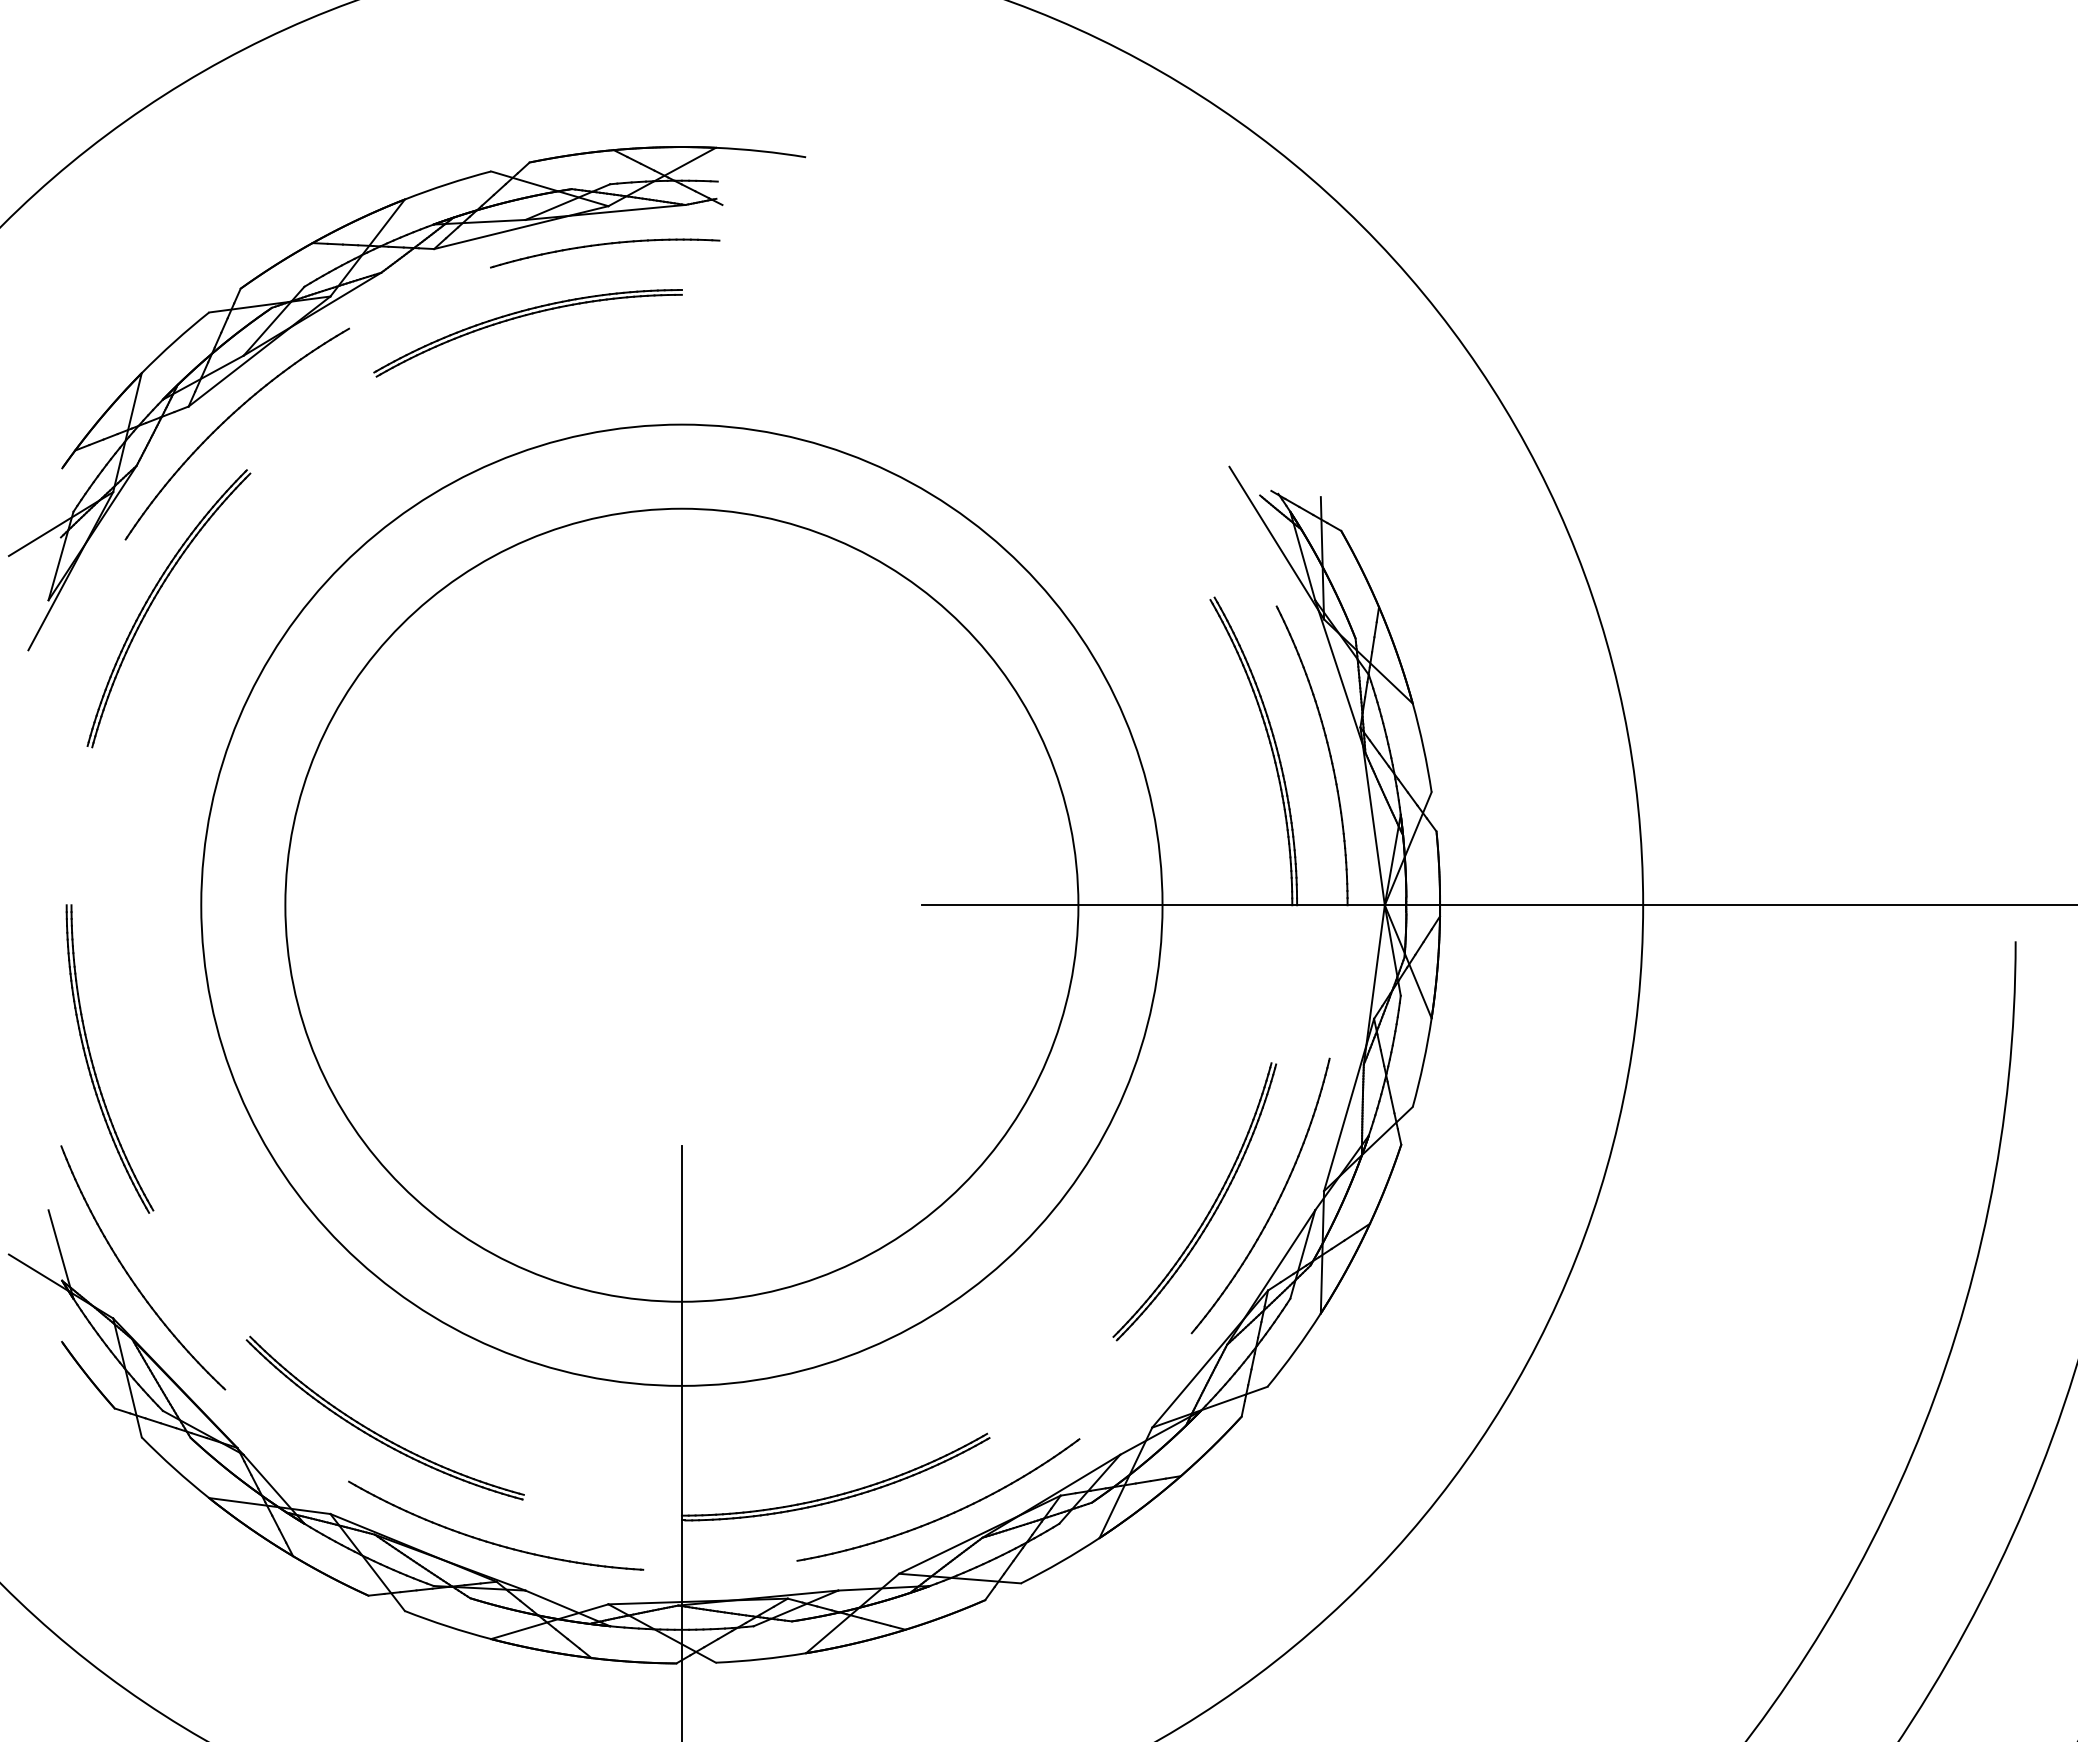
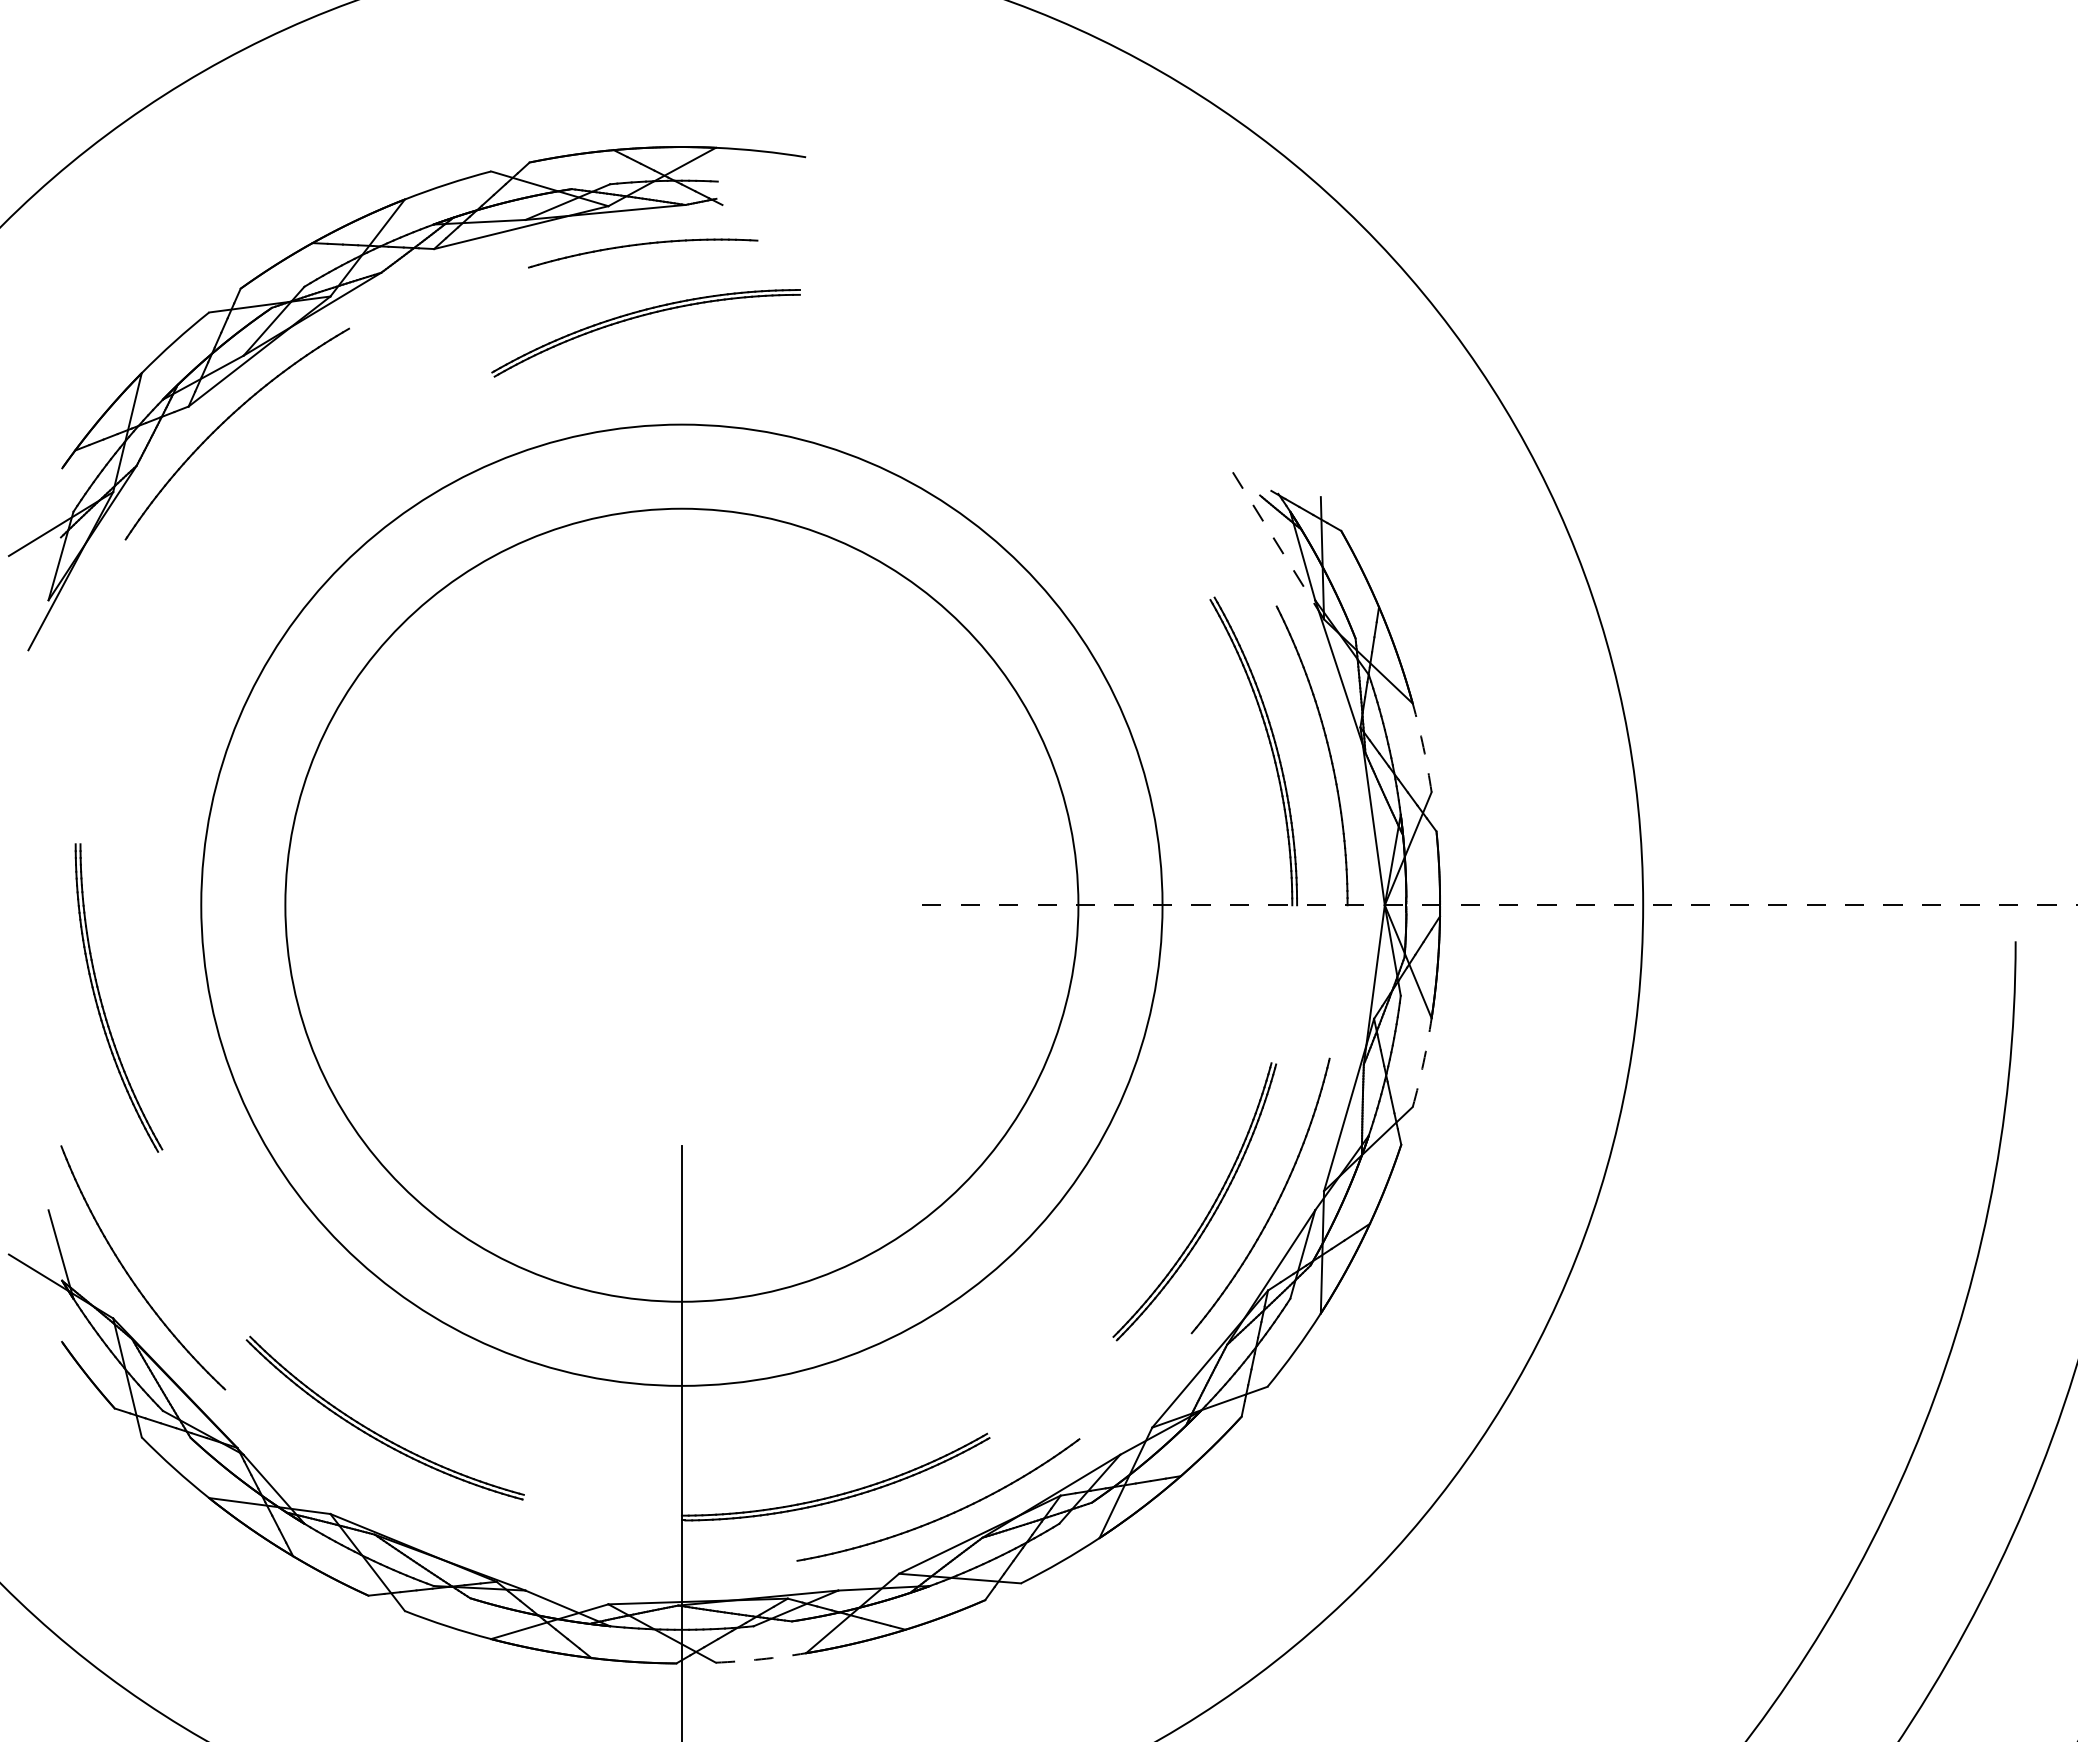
part at (604, 245) position: (604, 245) -> (642, 245)
part at (521, 317) position: (521, 317) -> (639, 317)
line at (1276, 543): solid -> dashed
part at (154, 600): present -> none
arc at (1423, 747): solid -> dashed
line at (1500, 905): solid -> dashed
arc at (1423, 1062): solid -> dashed
part at (93, 1063) position: (93, 1063) -> (102, 1002)
part at (490, 1541): present -> none
arc at (761, 1659): solid -> dashed
